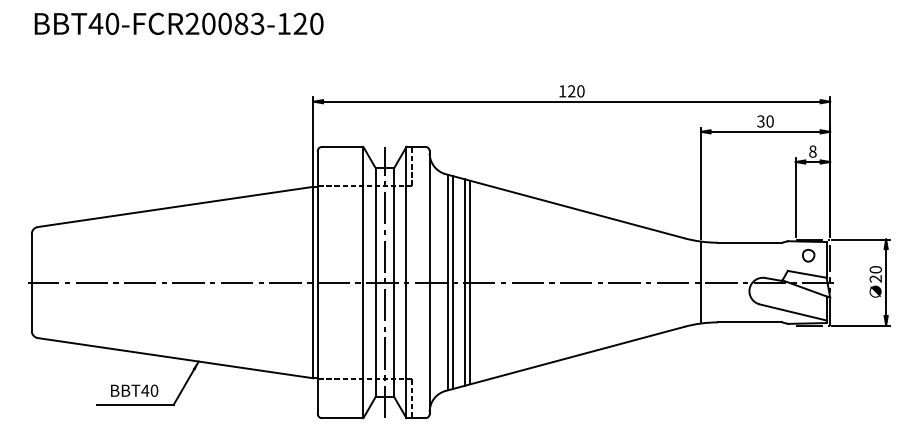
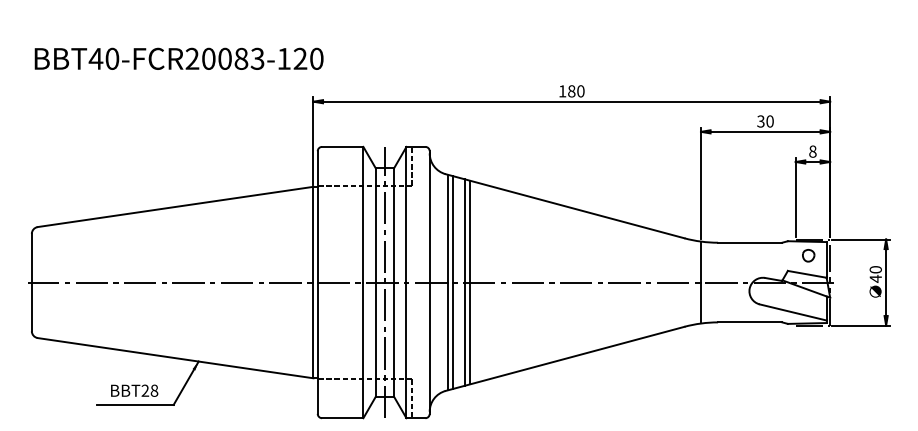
text at (178, 23) position: (178, 23) -> (178, 58)
text at (571, 91): 120 -> 180
text at (875, 278): 20 -> 40
text at (149, 390): BBT40 -> BBT28
